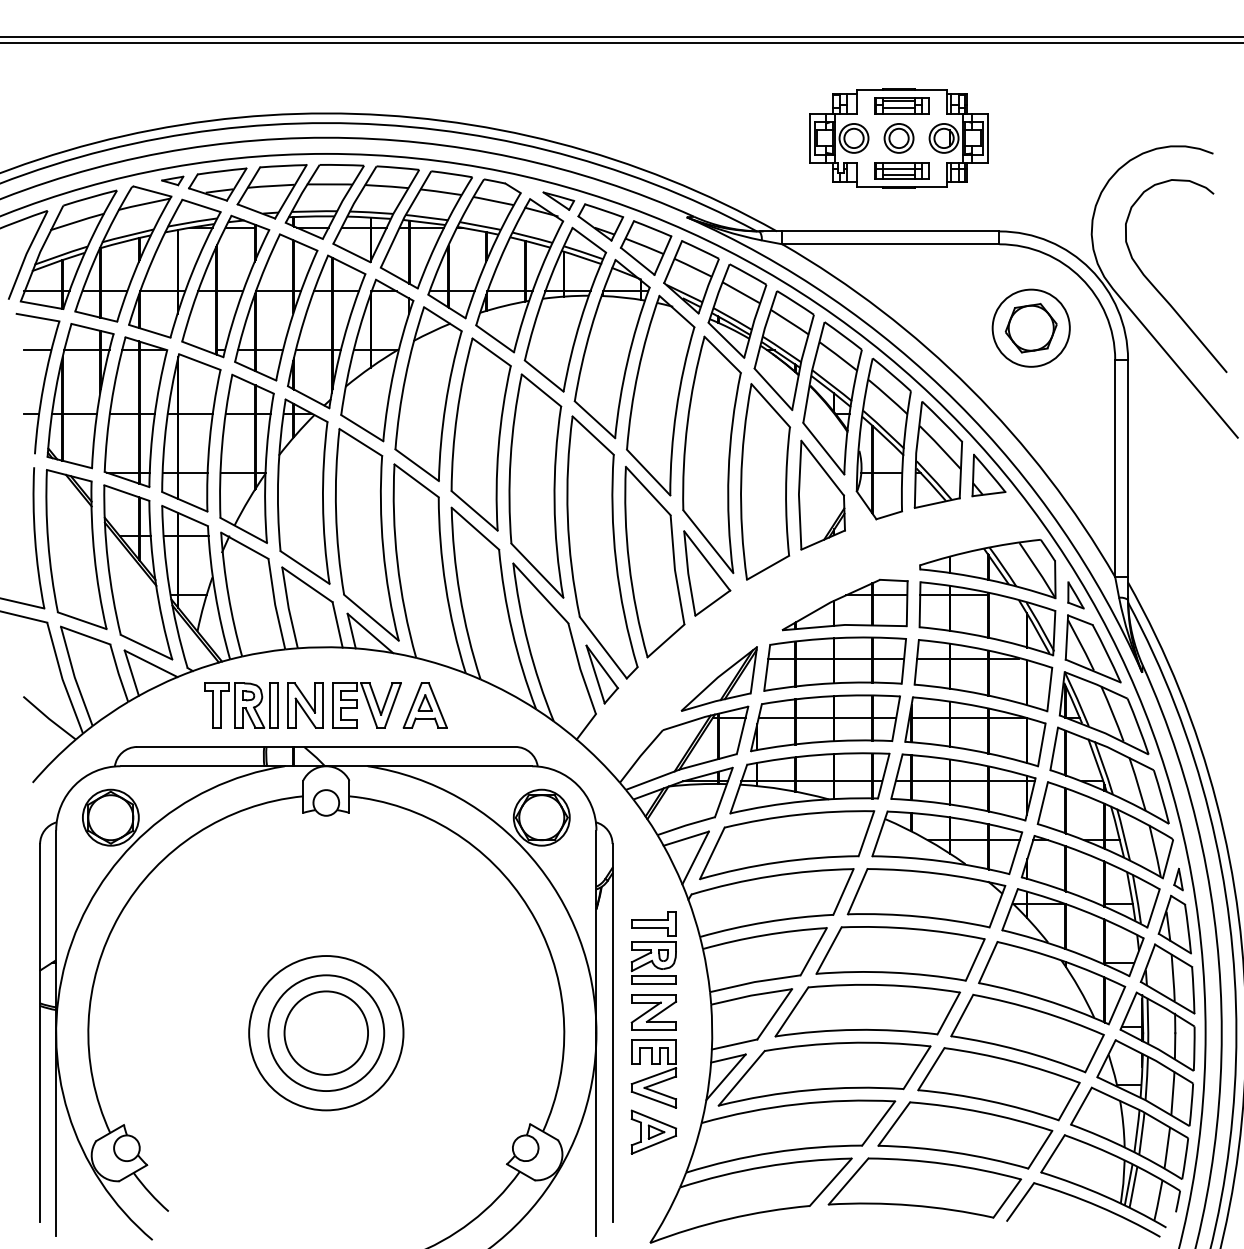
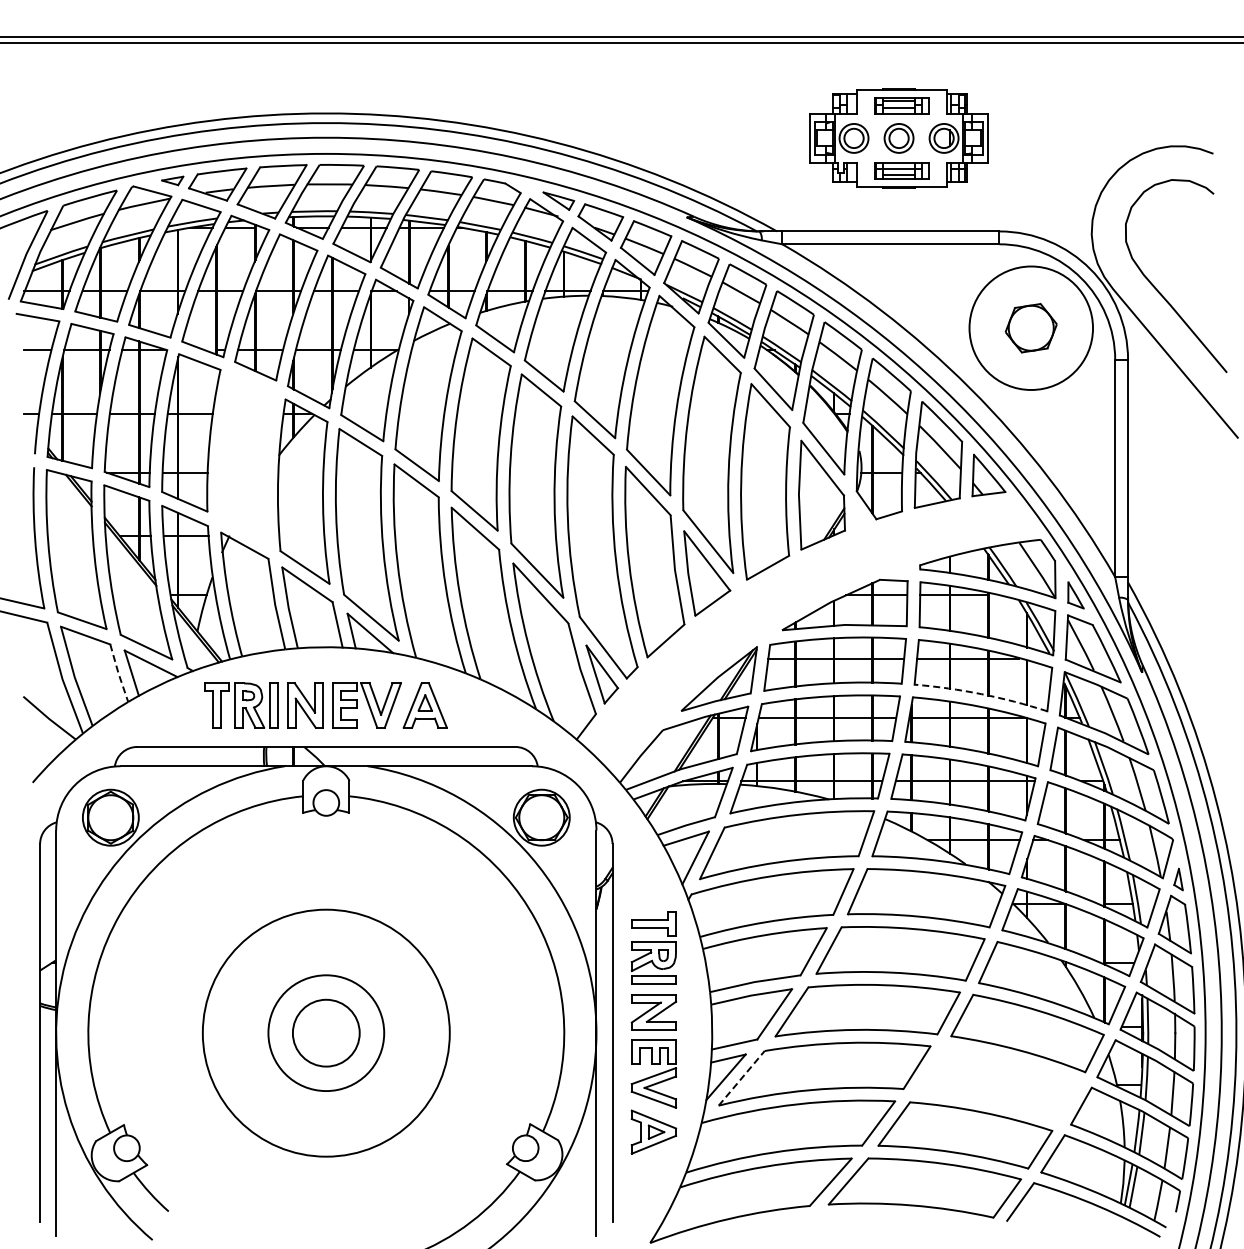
circle at (1030, 327) diameter: 77 px -> 123 px
part at (246, 458): present -> none
line at (118, 673): solid -> dashed
arc at (981, 694): solid -> dashed
circle at (326, 1032) diameter: 84 px -> 67 px
circle at (326, 1033) diameter: 154 px -> 247 px
line at (741, 1078): solid -> dashed
part at (998, 1084): present -> none
